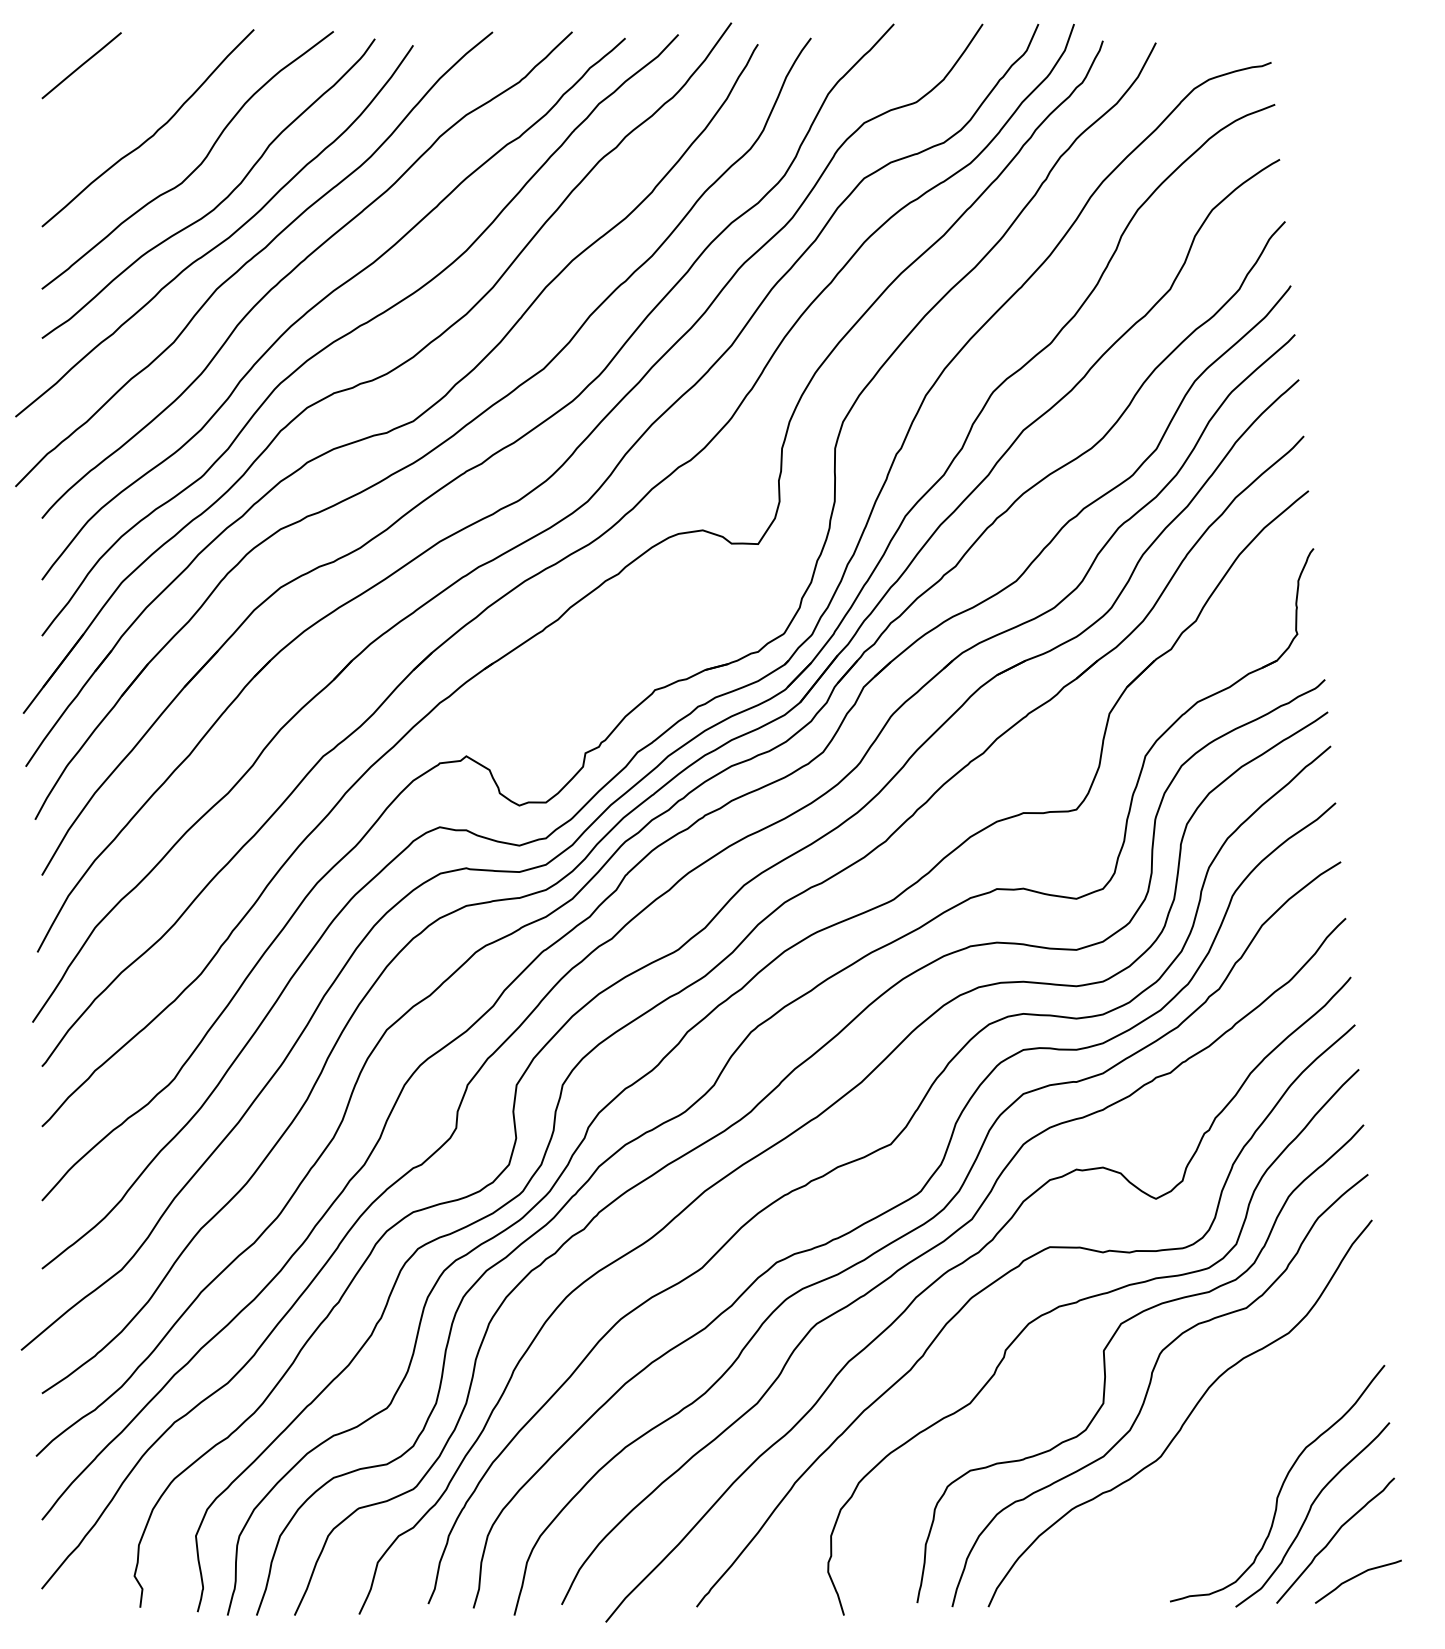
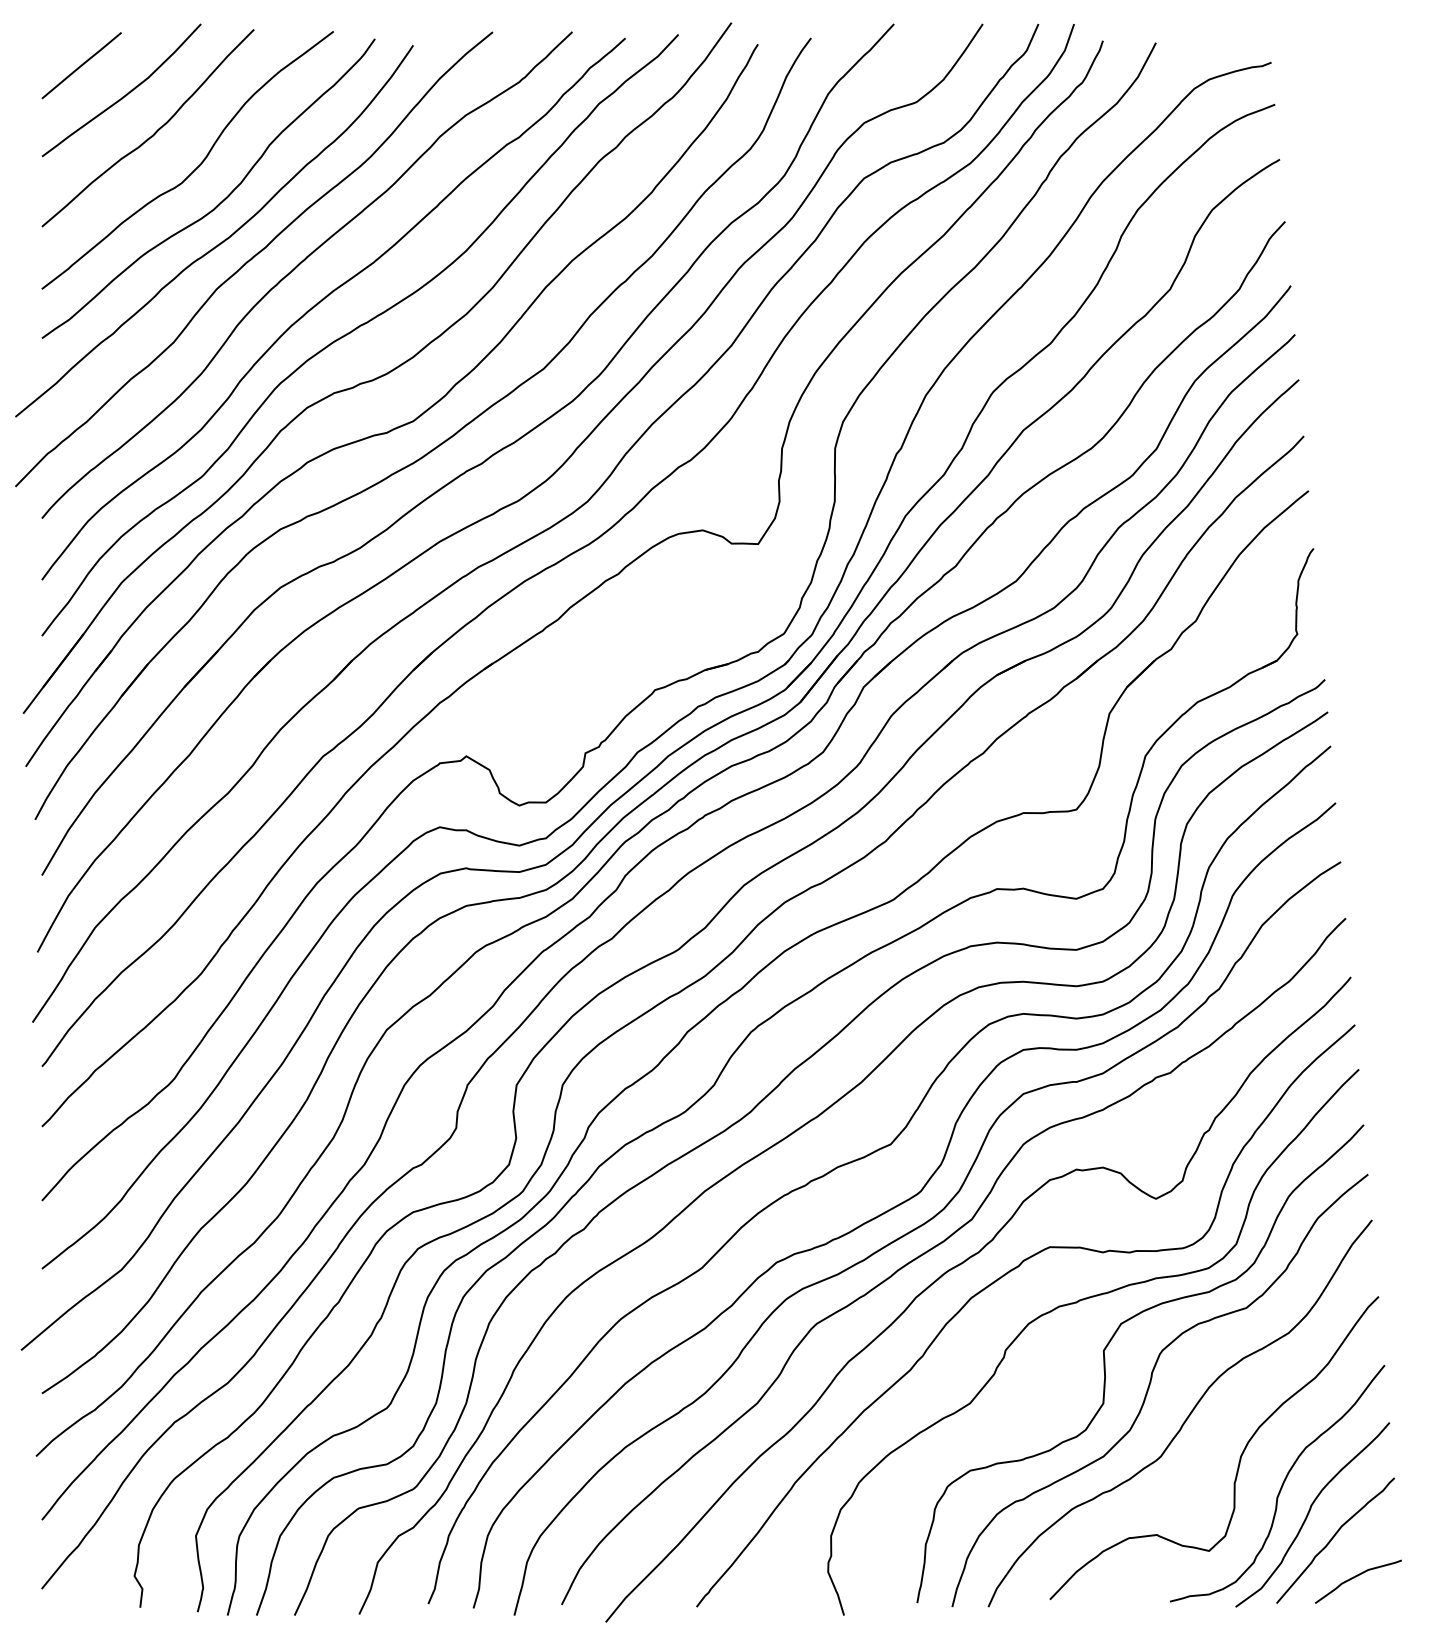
curve at (125, 94): none -> present
curve at (1239, 1457): none -> present
